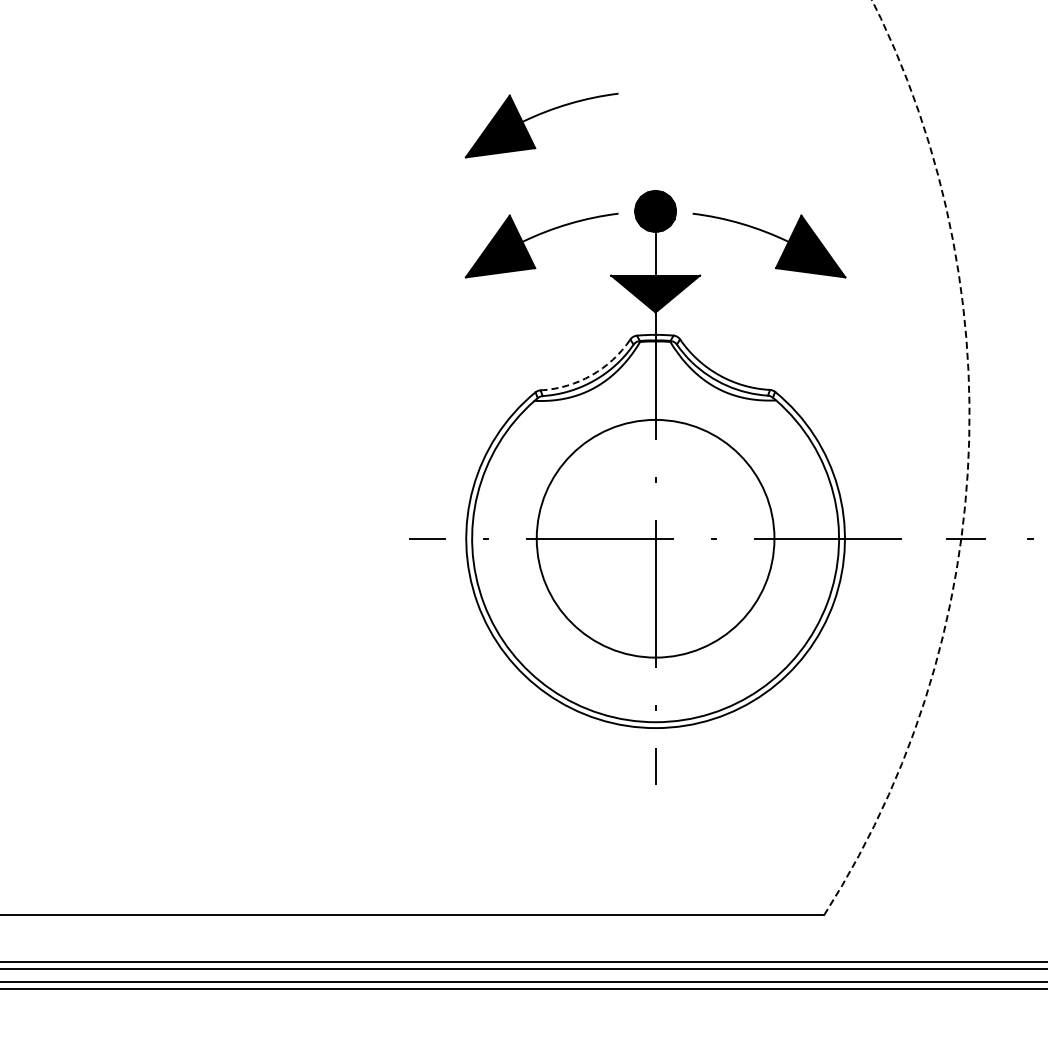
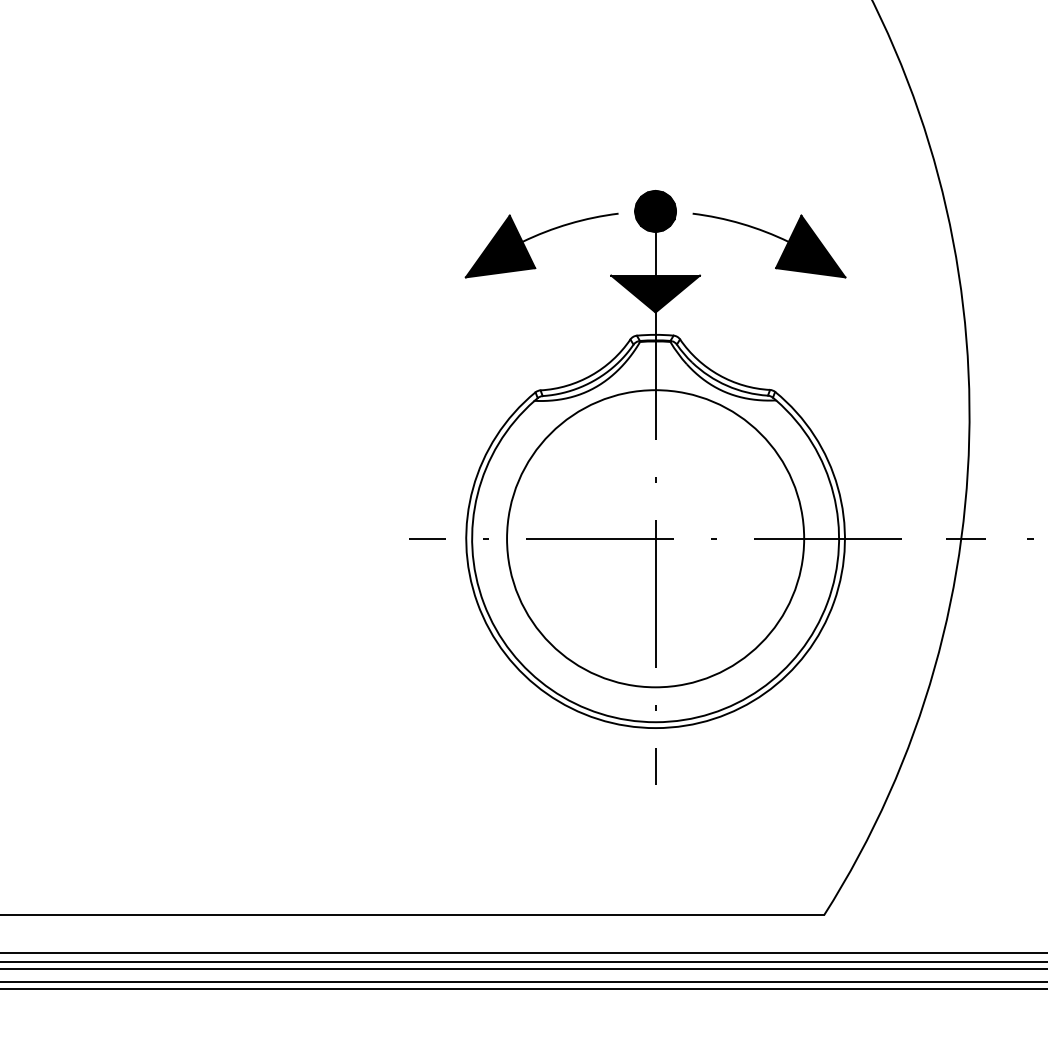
part at (537, 116): present -> none
arc at (591, 375): dashed -> solid
arc at (968, 464): dashed -> solid
circle at (655, 538) diameter: 238 px -> 297 px
line at (523, 952): none -> present
